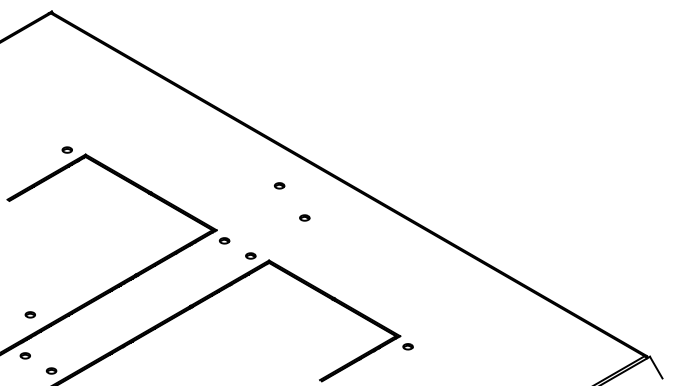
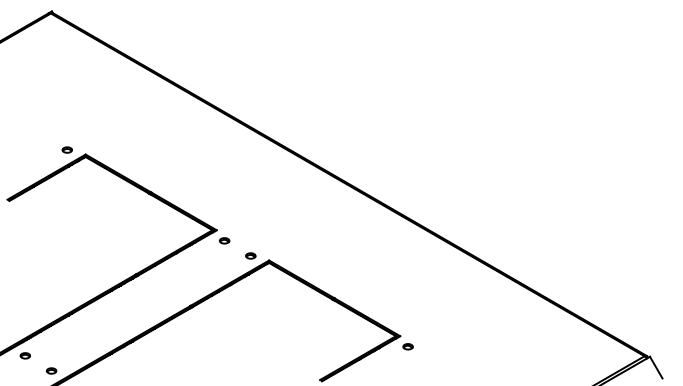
part at (279, 185): present -> none
part at (304, 217): present -> none
part at (29, 314): present -> none
